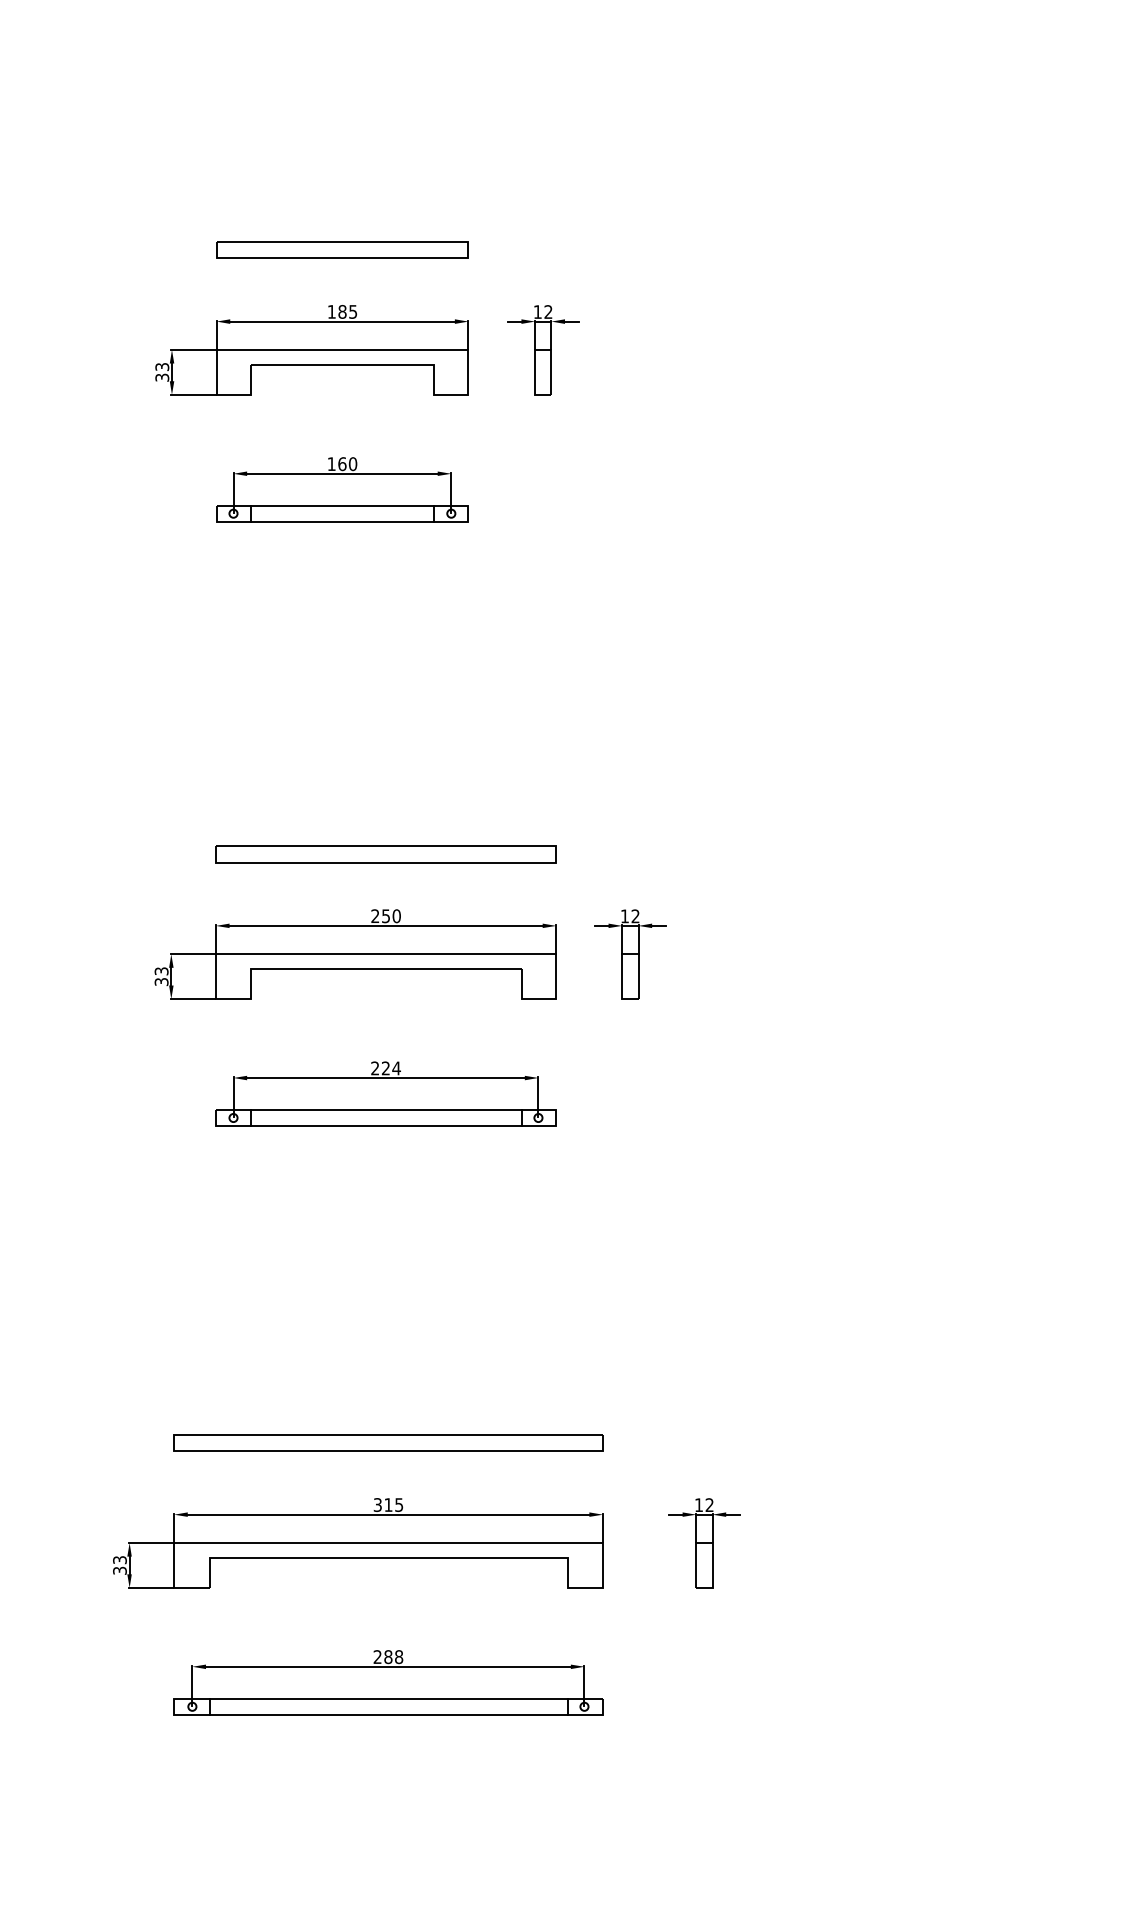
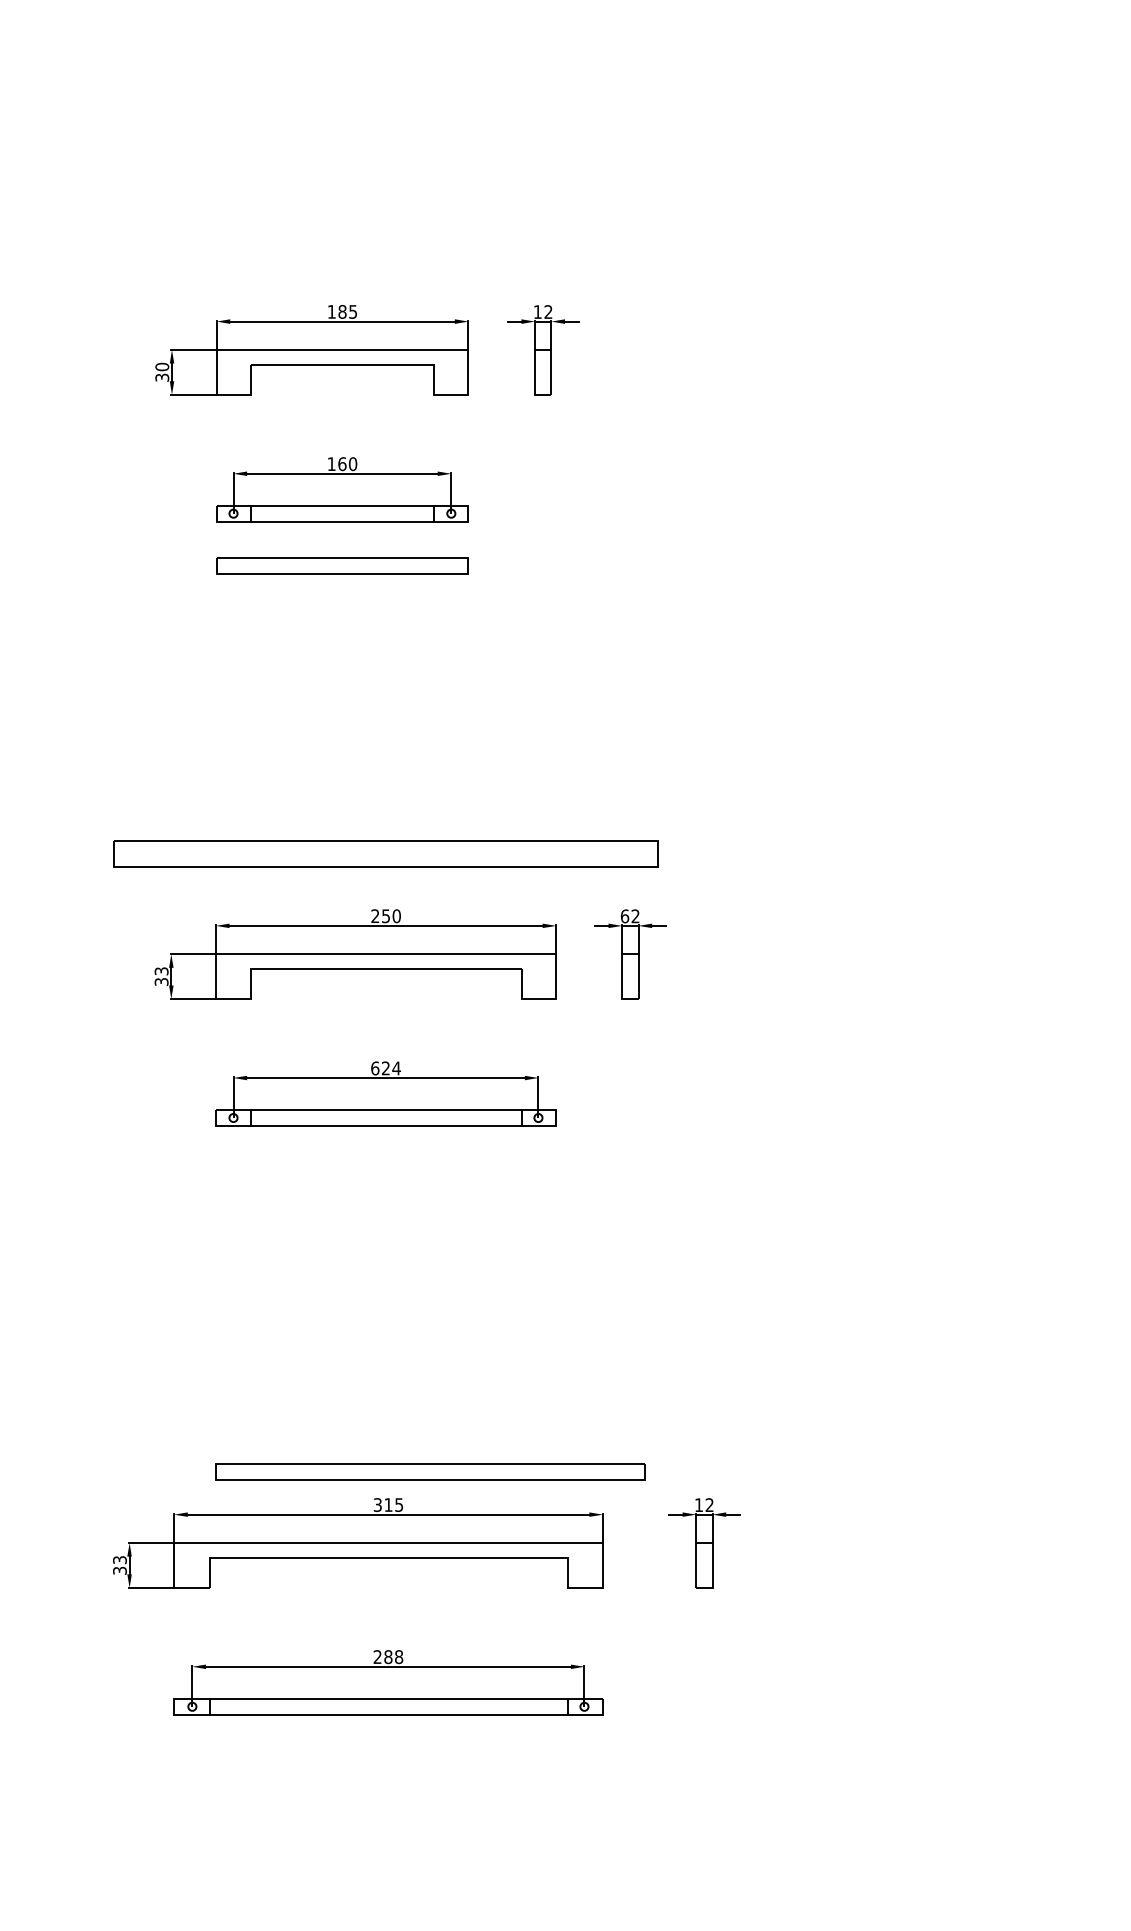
part at (342, 249) position: (342, 249) -> (342, 565)
text at (162, 366): 33 -> 30
part at (385, 854) size: 342x19 px -> 546x28 px
text at (624, 916): 12 -> 62
text at (375, 1068): 224 -> 624
part at (388, 1442) position: (388, 1442) -> (430, 1471)
